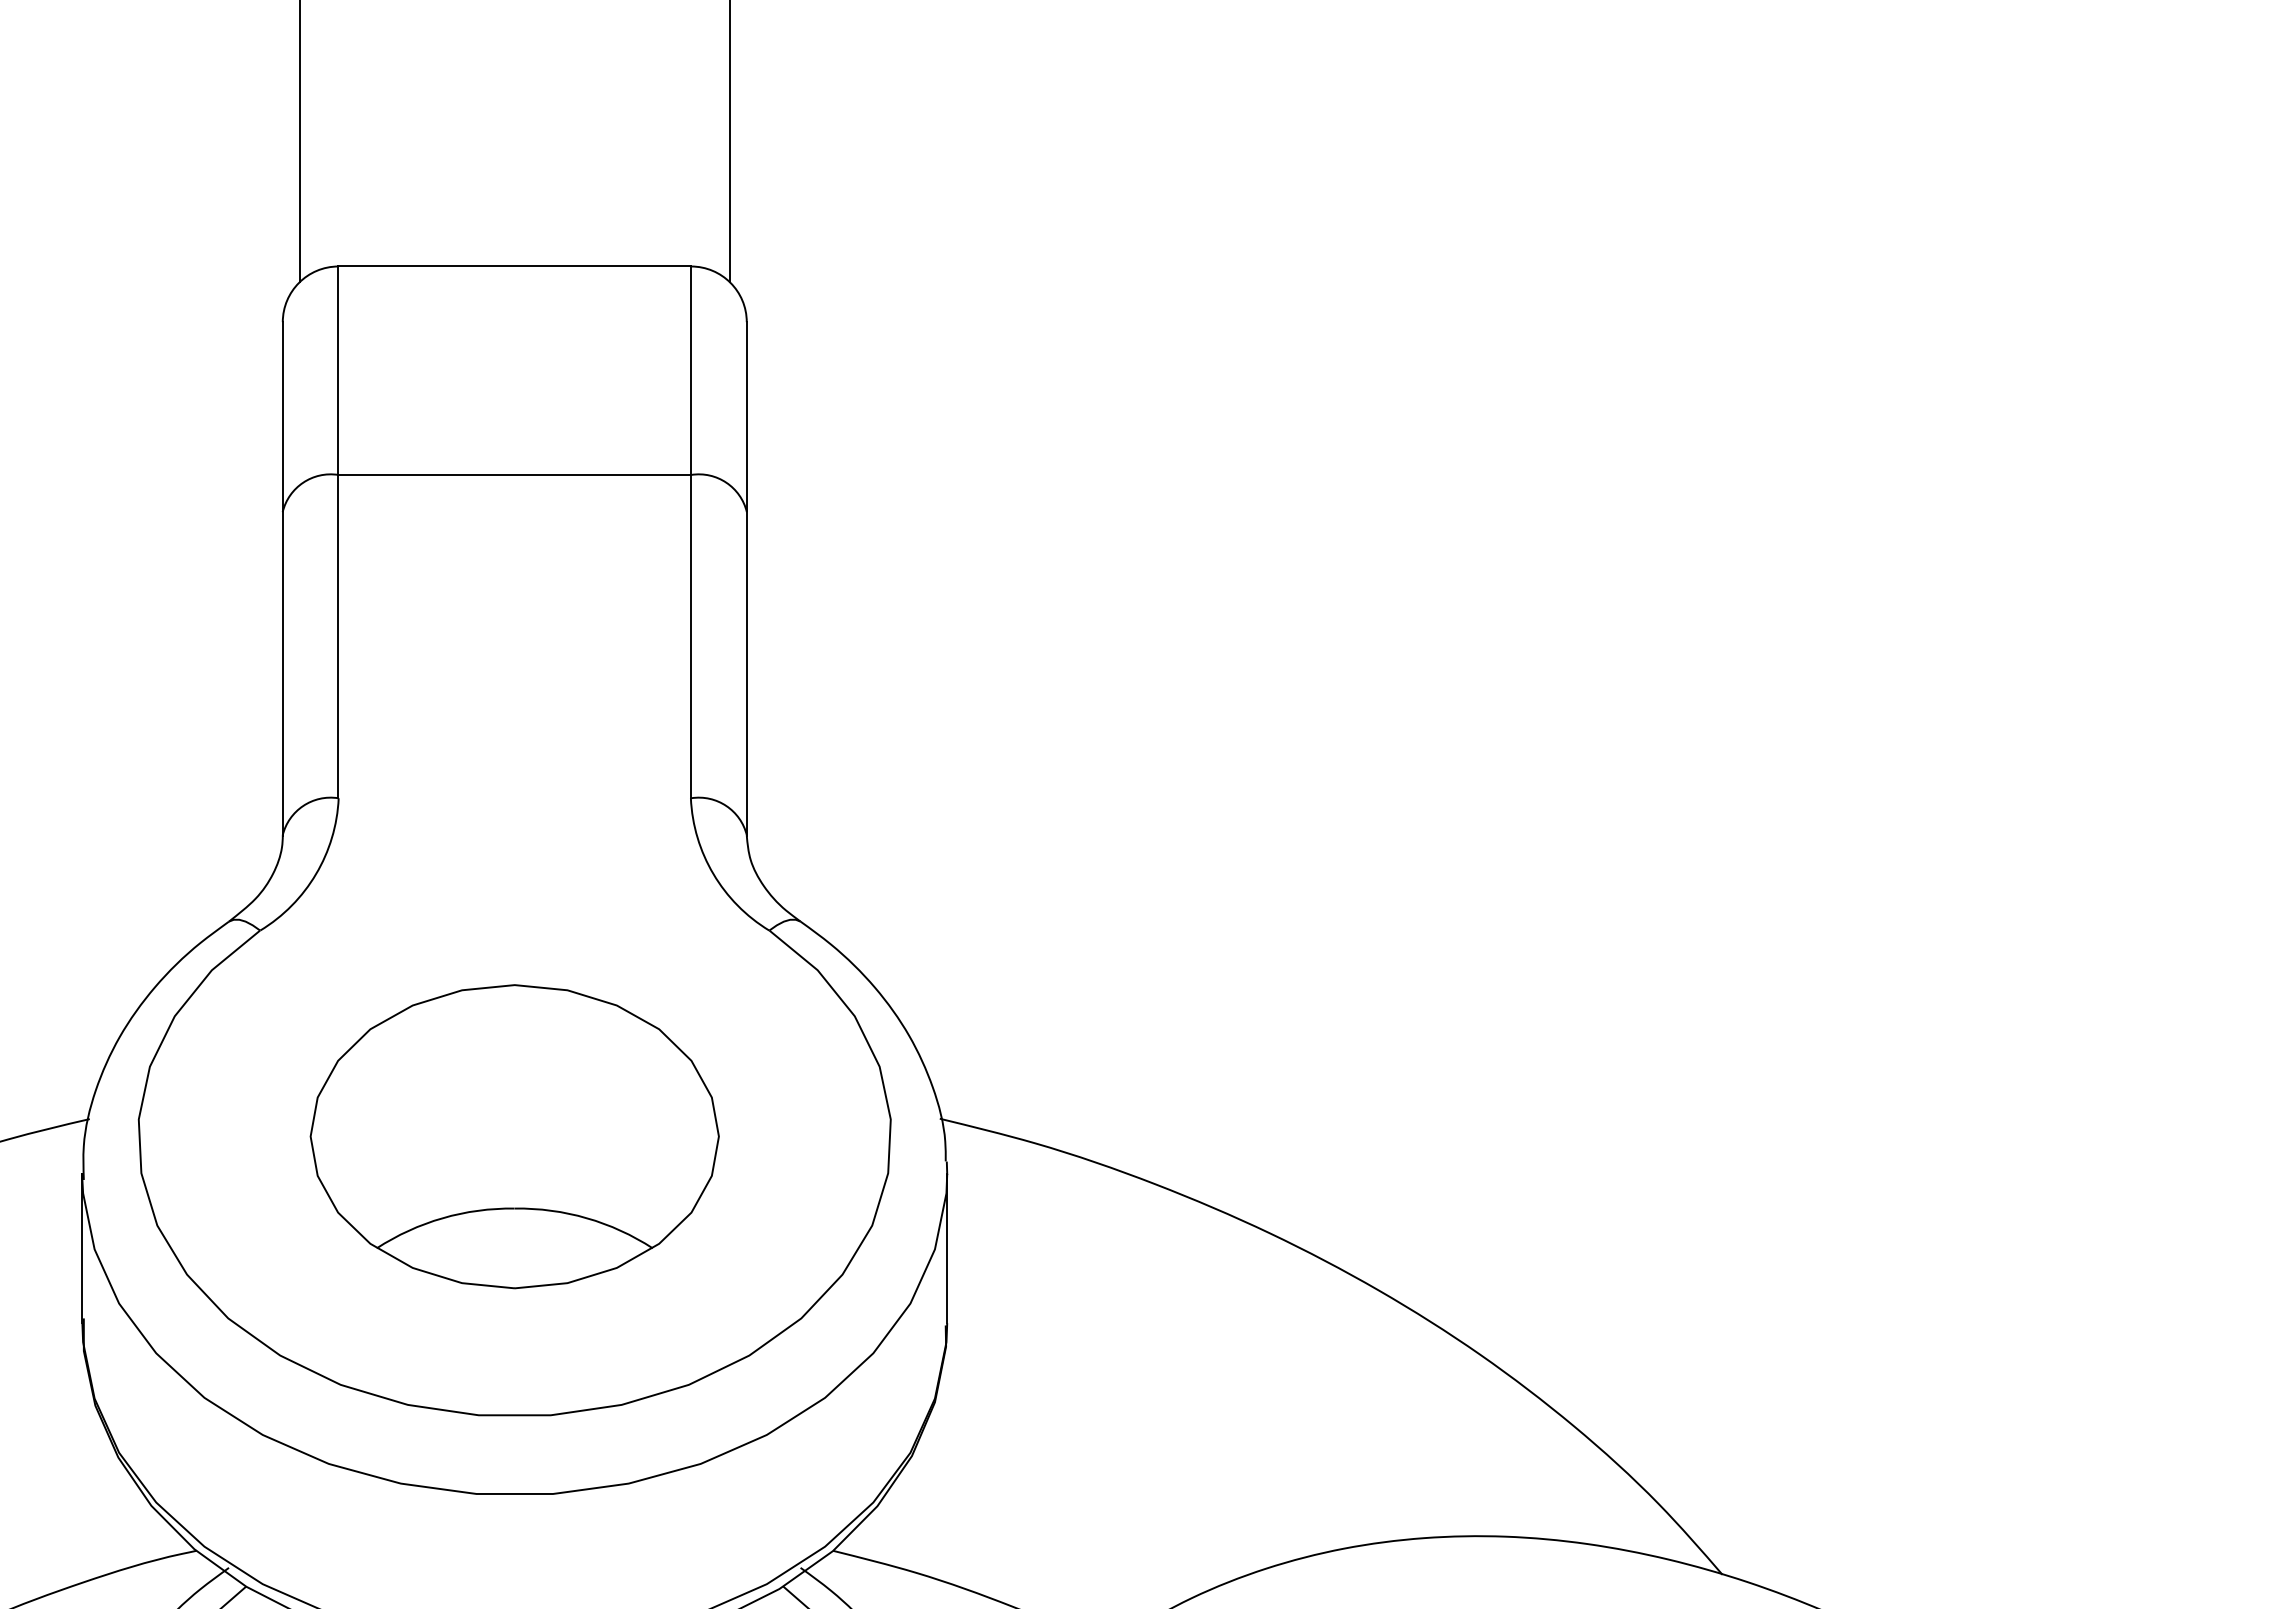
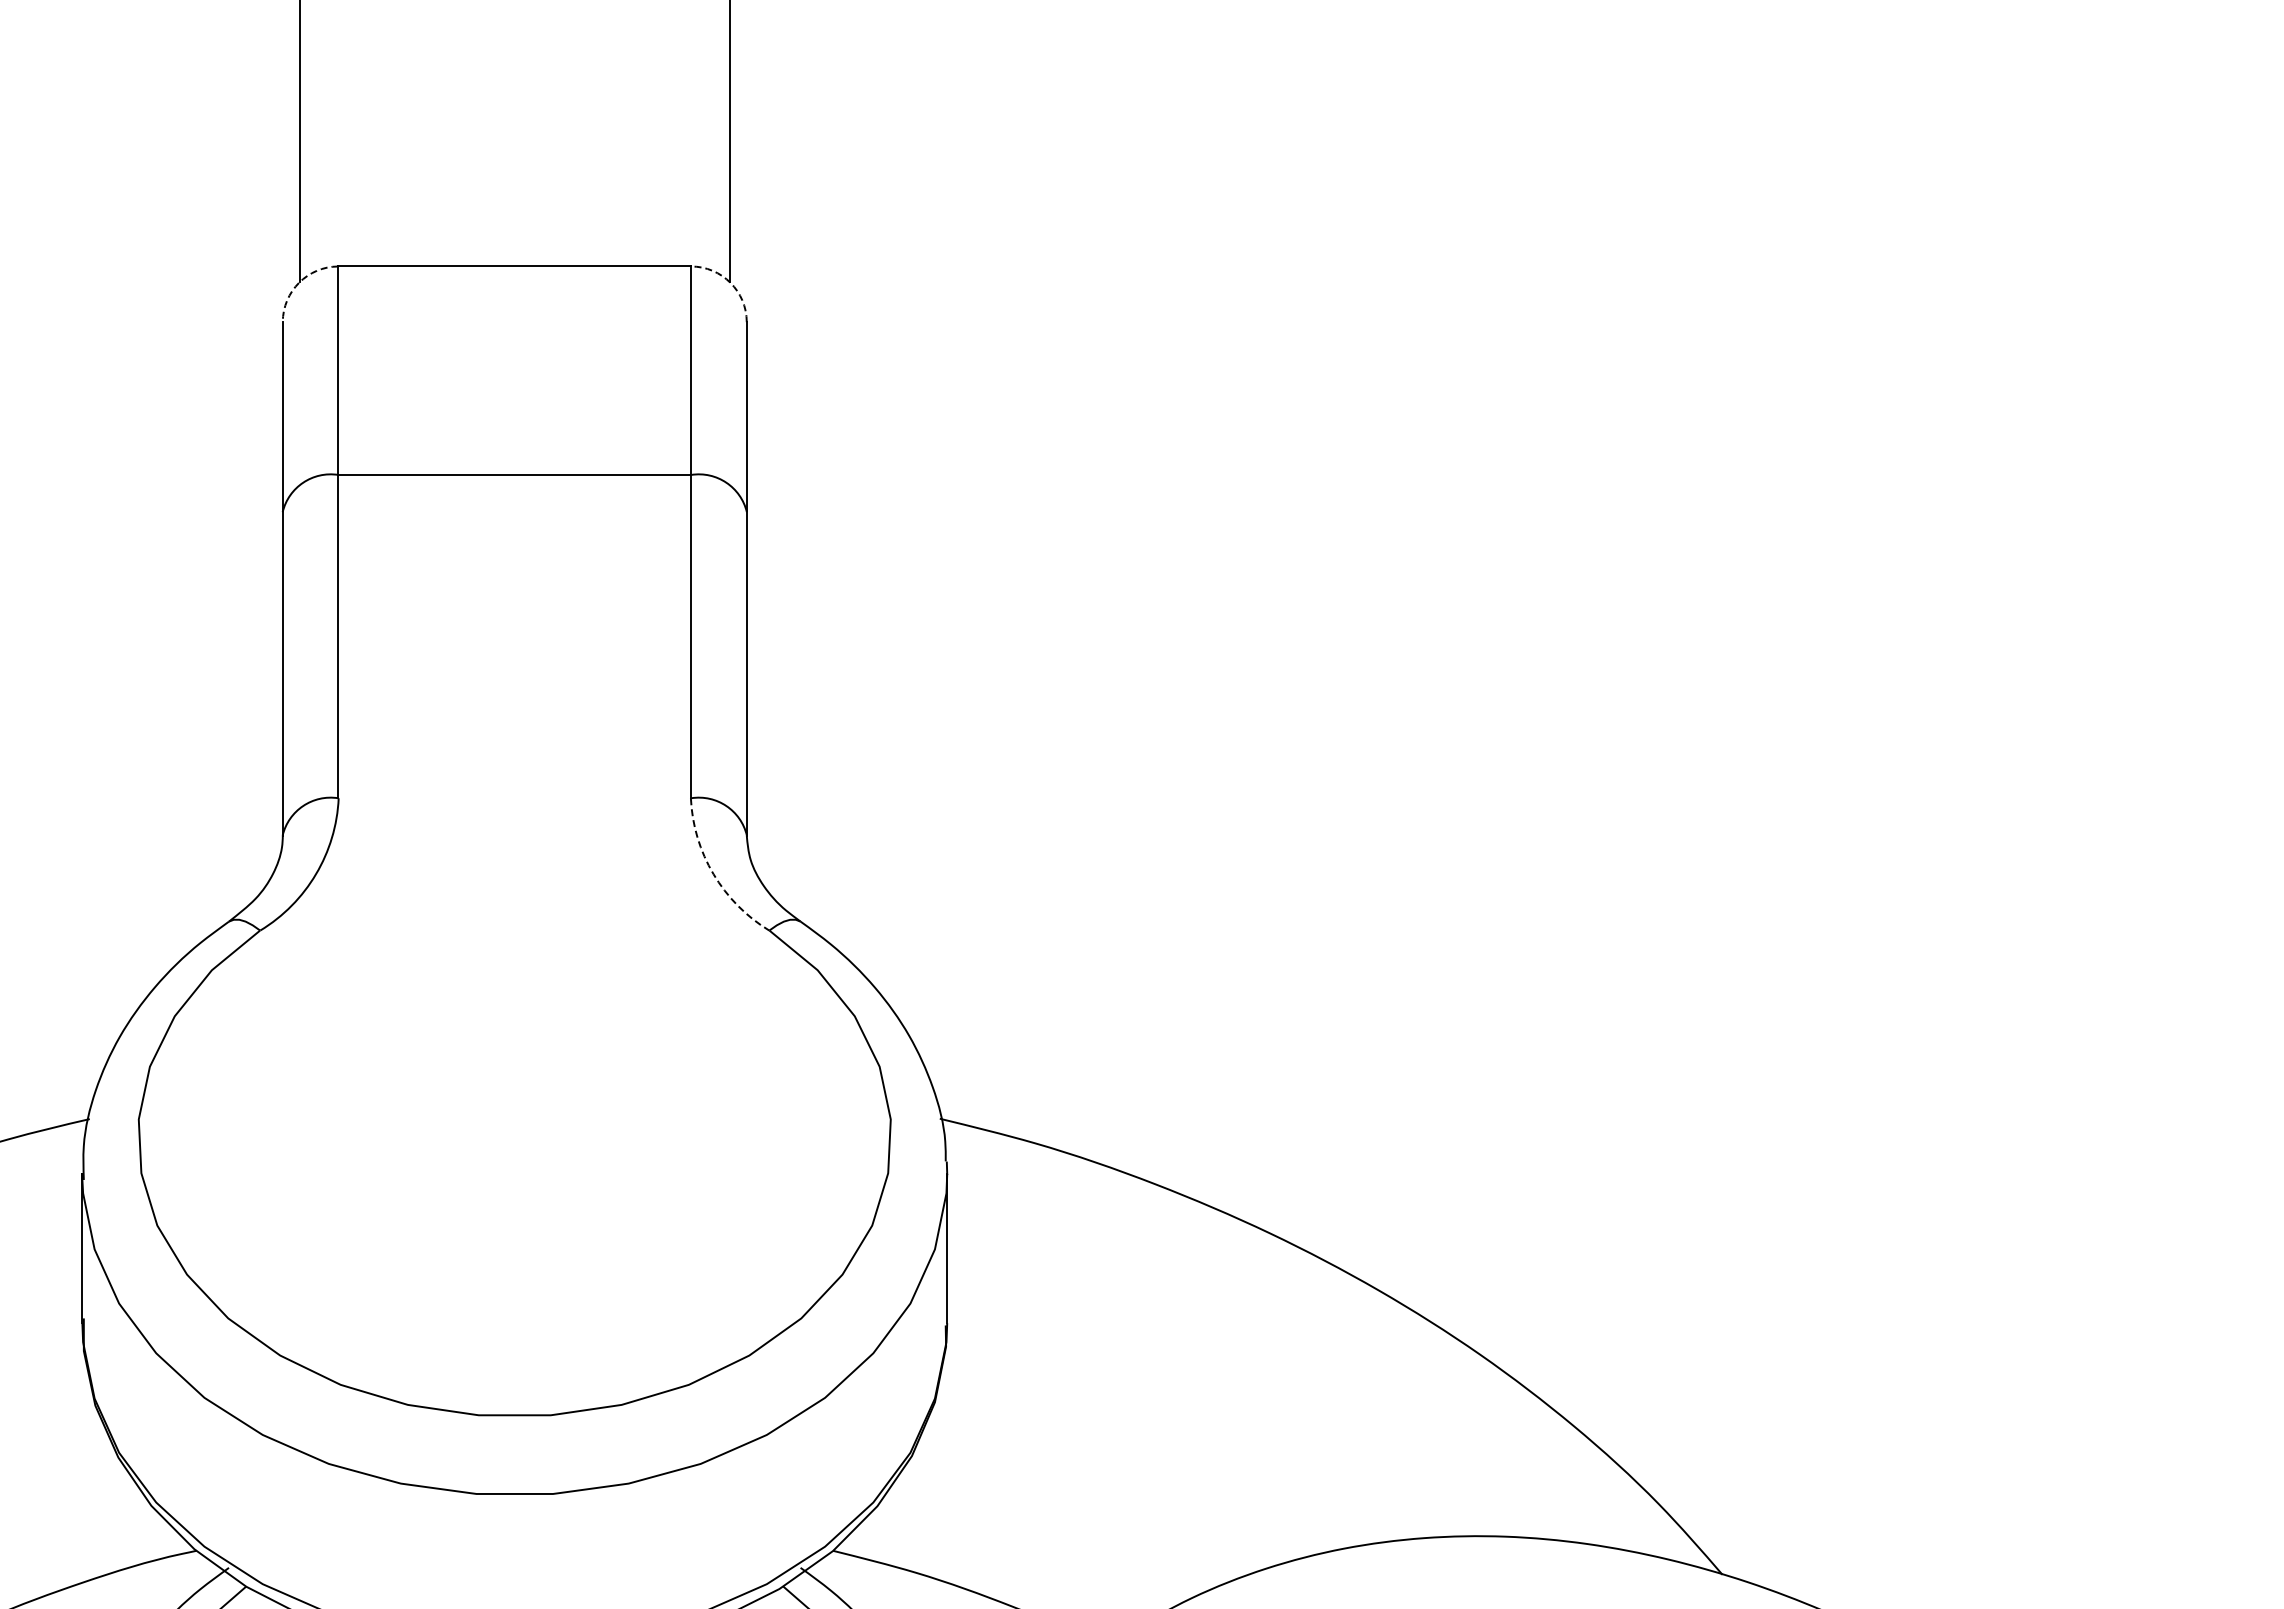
arc at (299, 282): solid -> dashed
arc at (730, 282): solid -> dashed
arc at (713, 874): solid -> dashed
part at (514, 1136): present -> none
